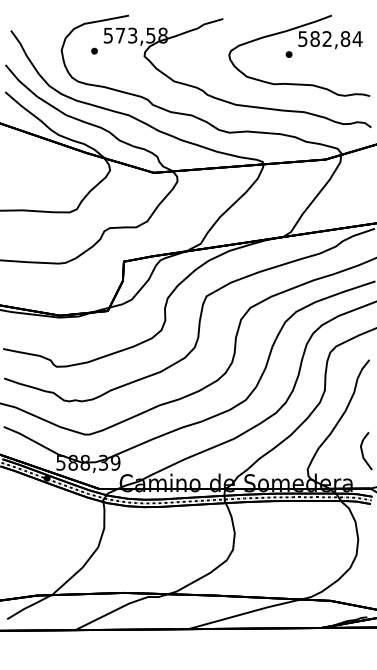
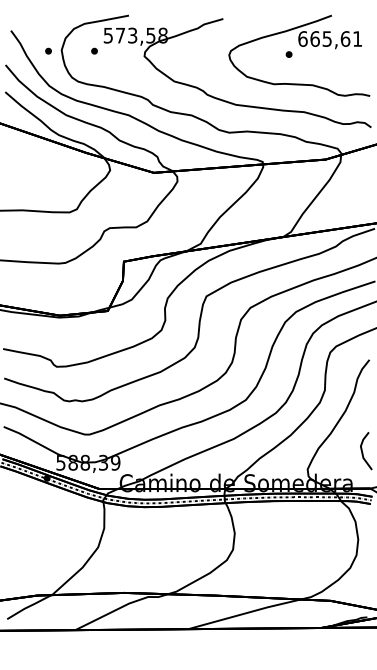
text at (330, 38): 582,84 -> 665,61
part at (48, 50): none -> present
